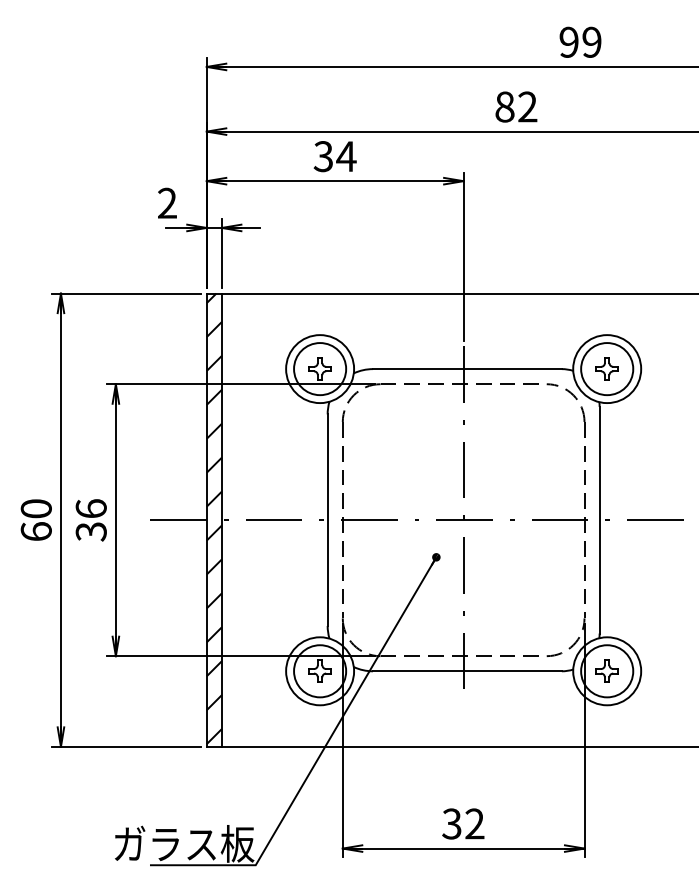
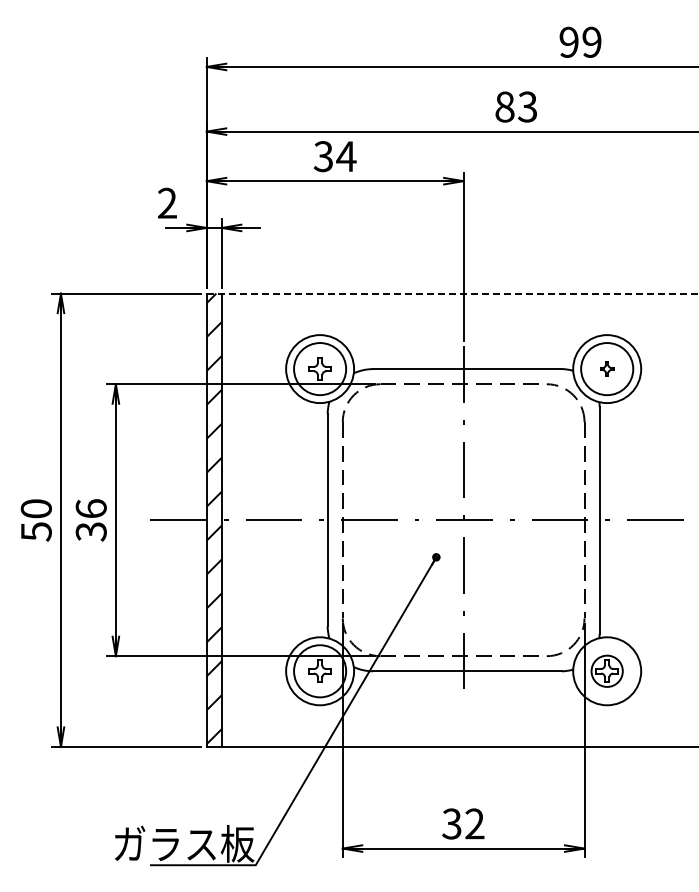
text at (527, 107): 82 -> 83
line at (452, 293): solid -> dashed
part at (606, 368) size: 24x24 px -> 15x16 px
text at (35, 531): 60 -> 50
circle at (607, 671) diameter: 52 px -> 31 px
